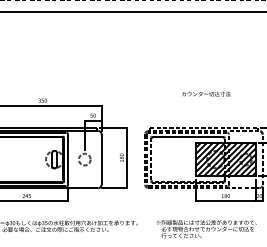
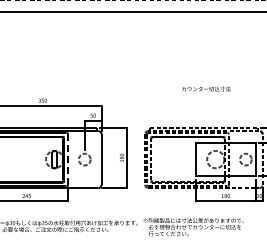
text at (206, 93) position: (206, 93) -> (206, 88)
line at (68, 159): solid -> dashed
hatch at (225, 159): present -> none
text at (206, 229) position: (206, 229) -> (193, 227)
